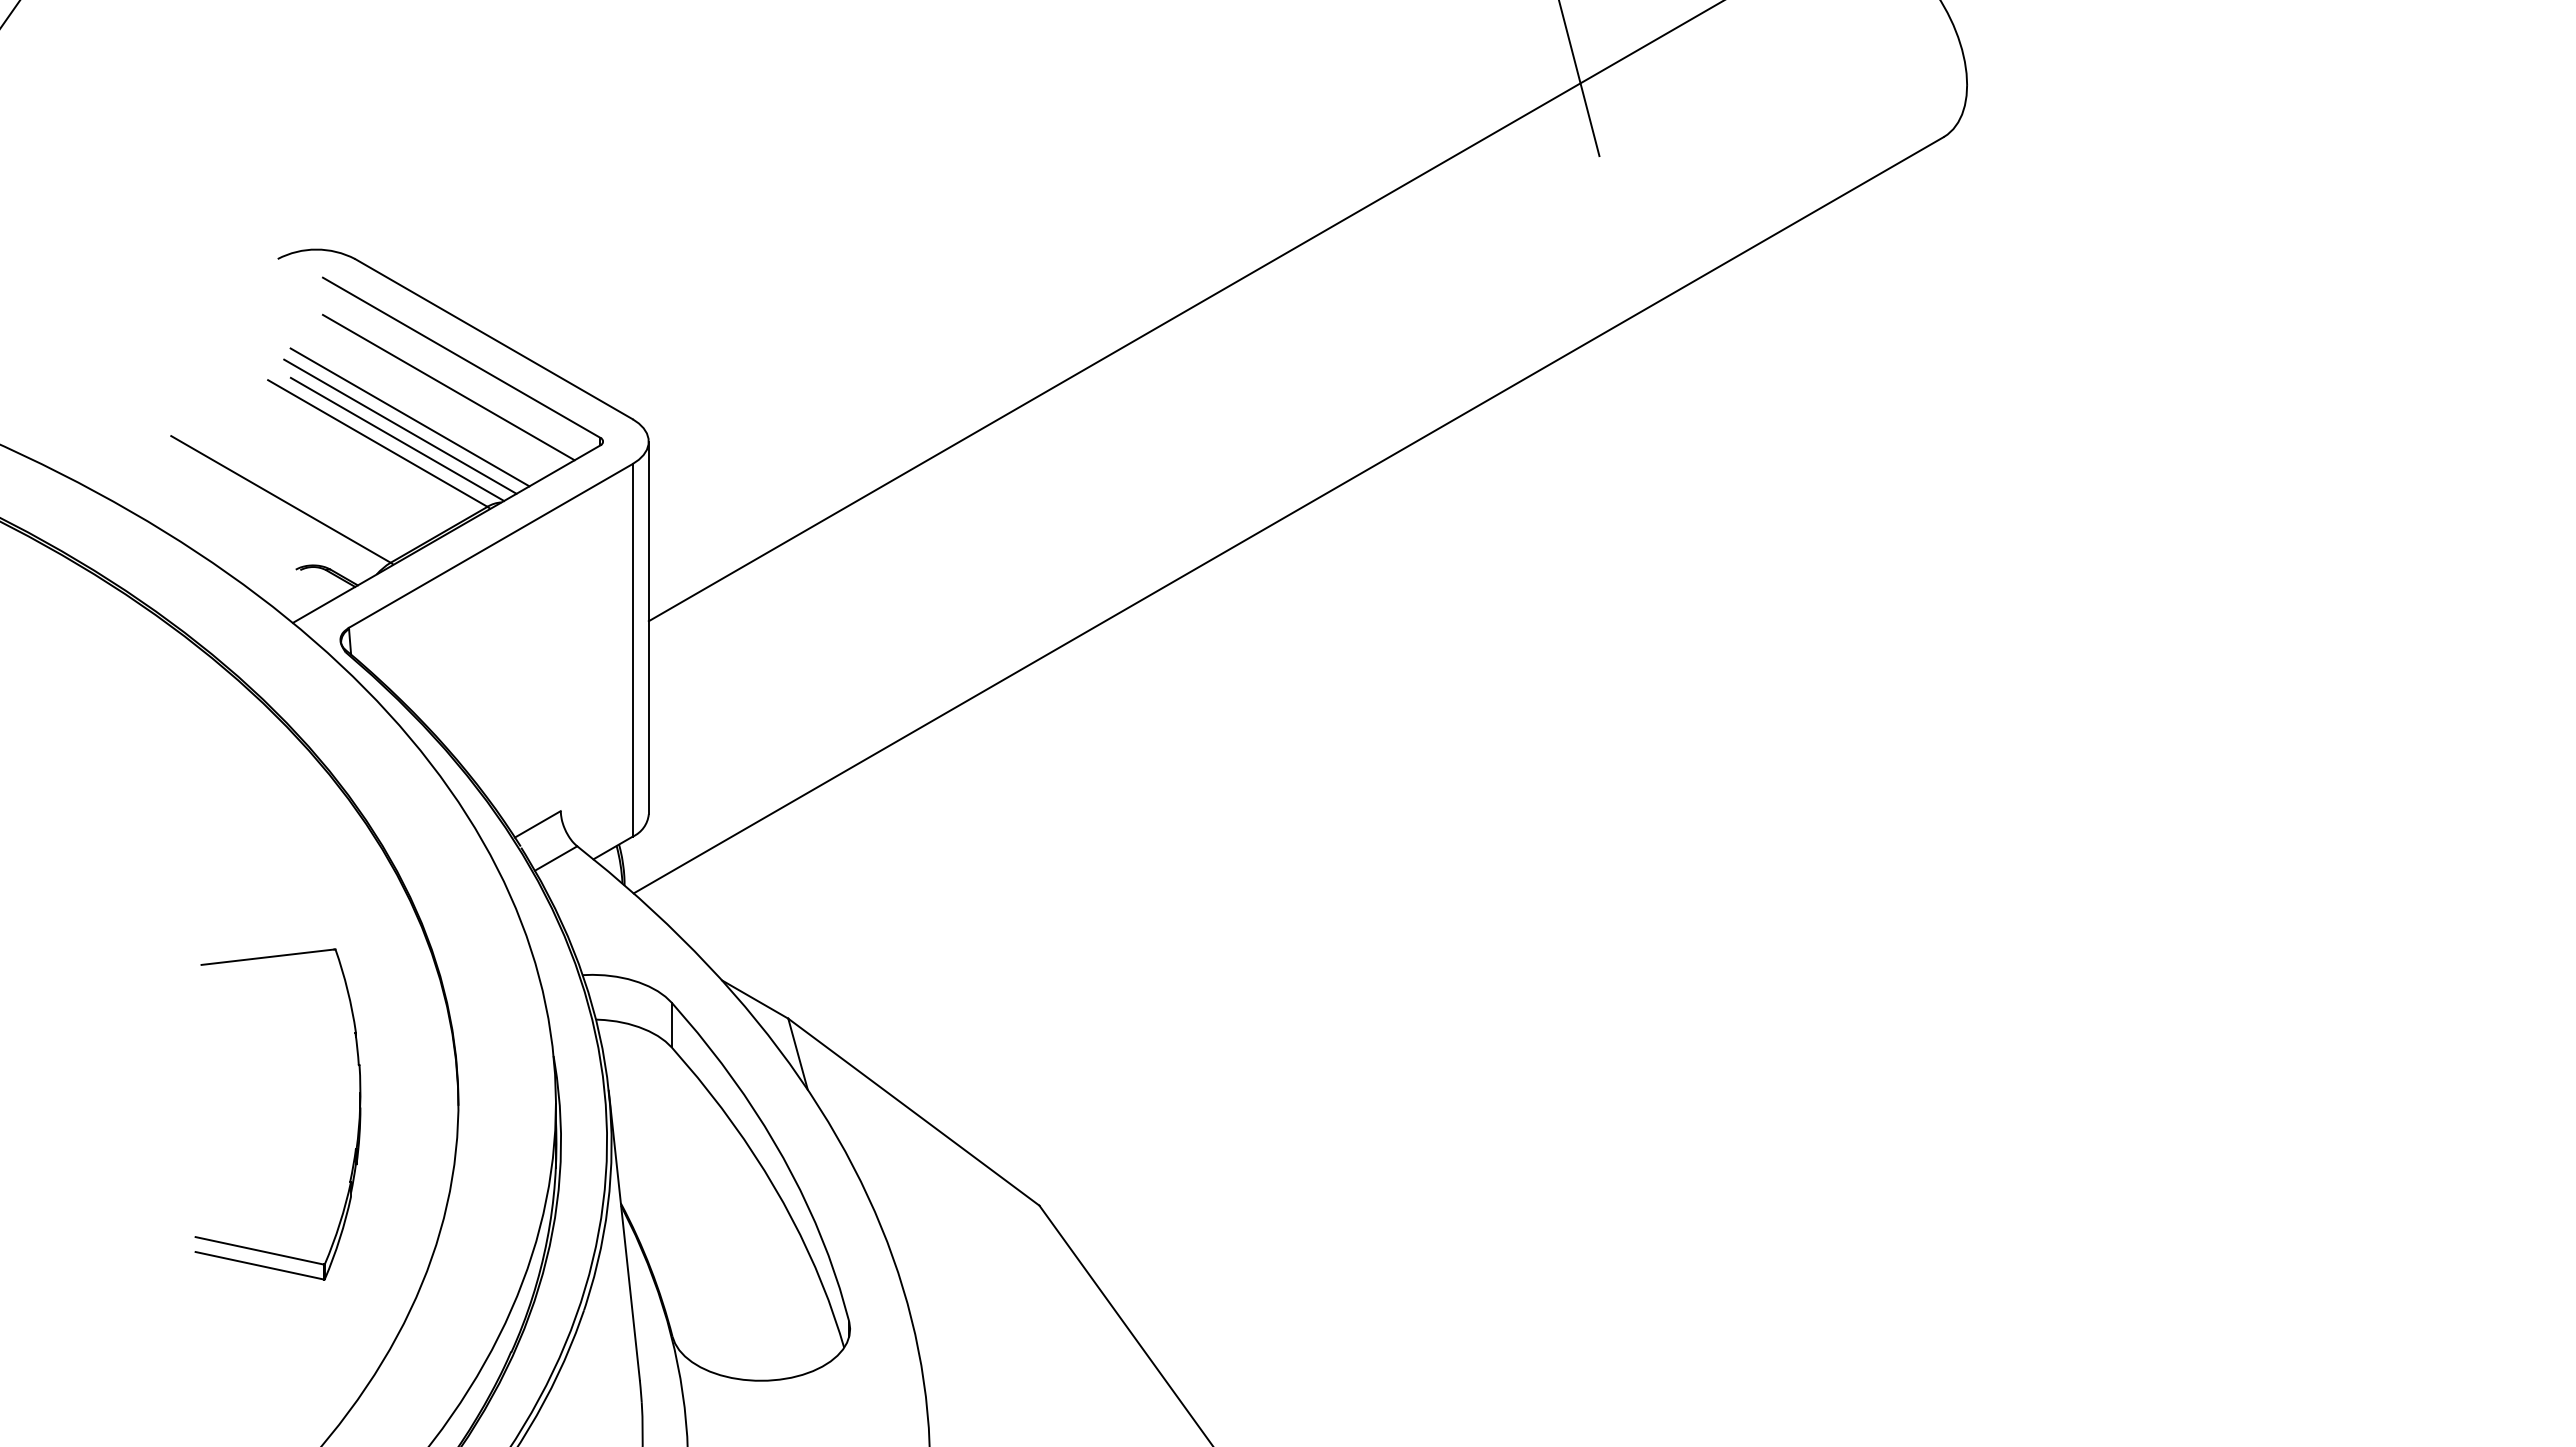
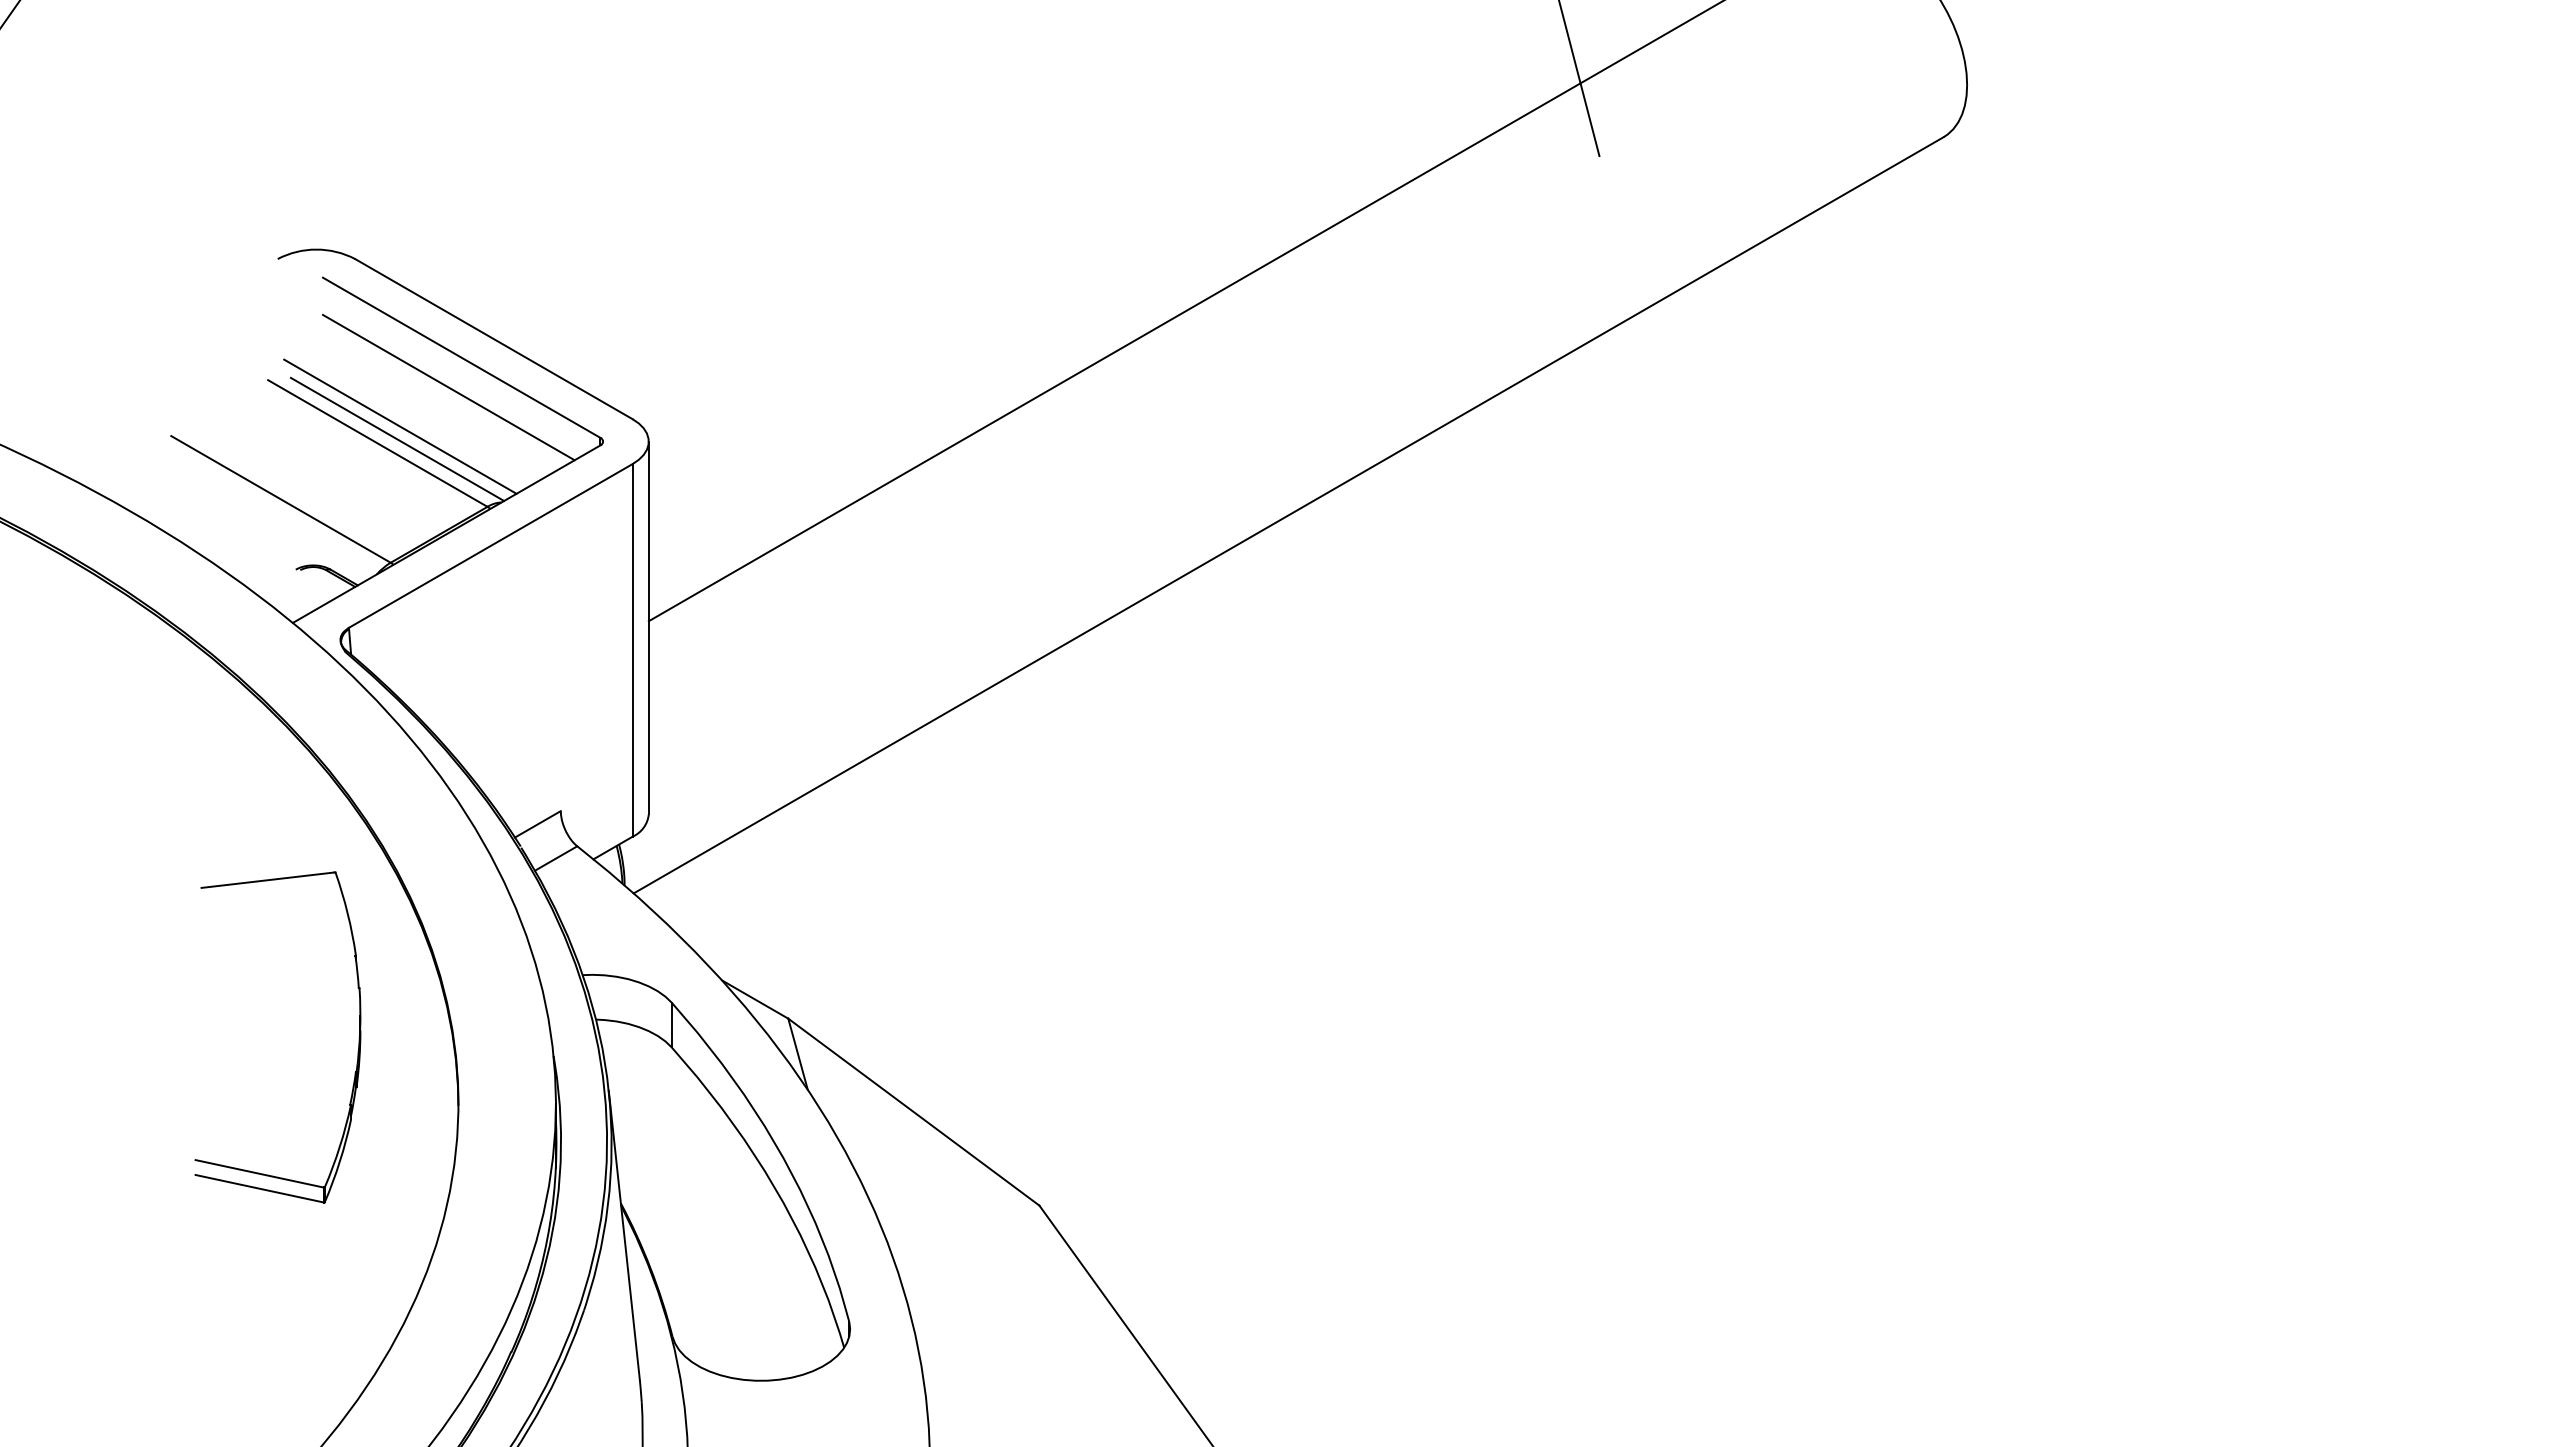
line at (409, 417): present -> none
part at (358, 1114) position: (358, 1114) -> (358, 1037)
